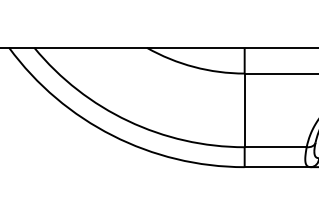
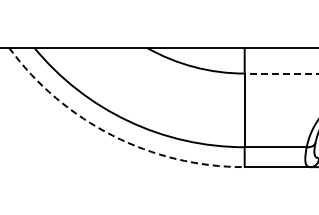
line at (281, 73): solid -> dashed
arc at (112, 135): solid -> dashed
